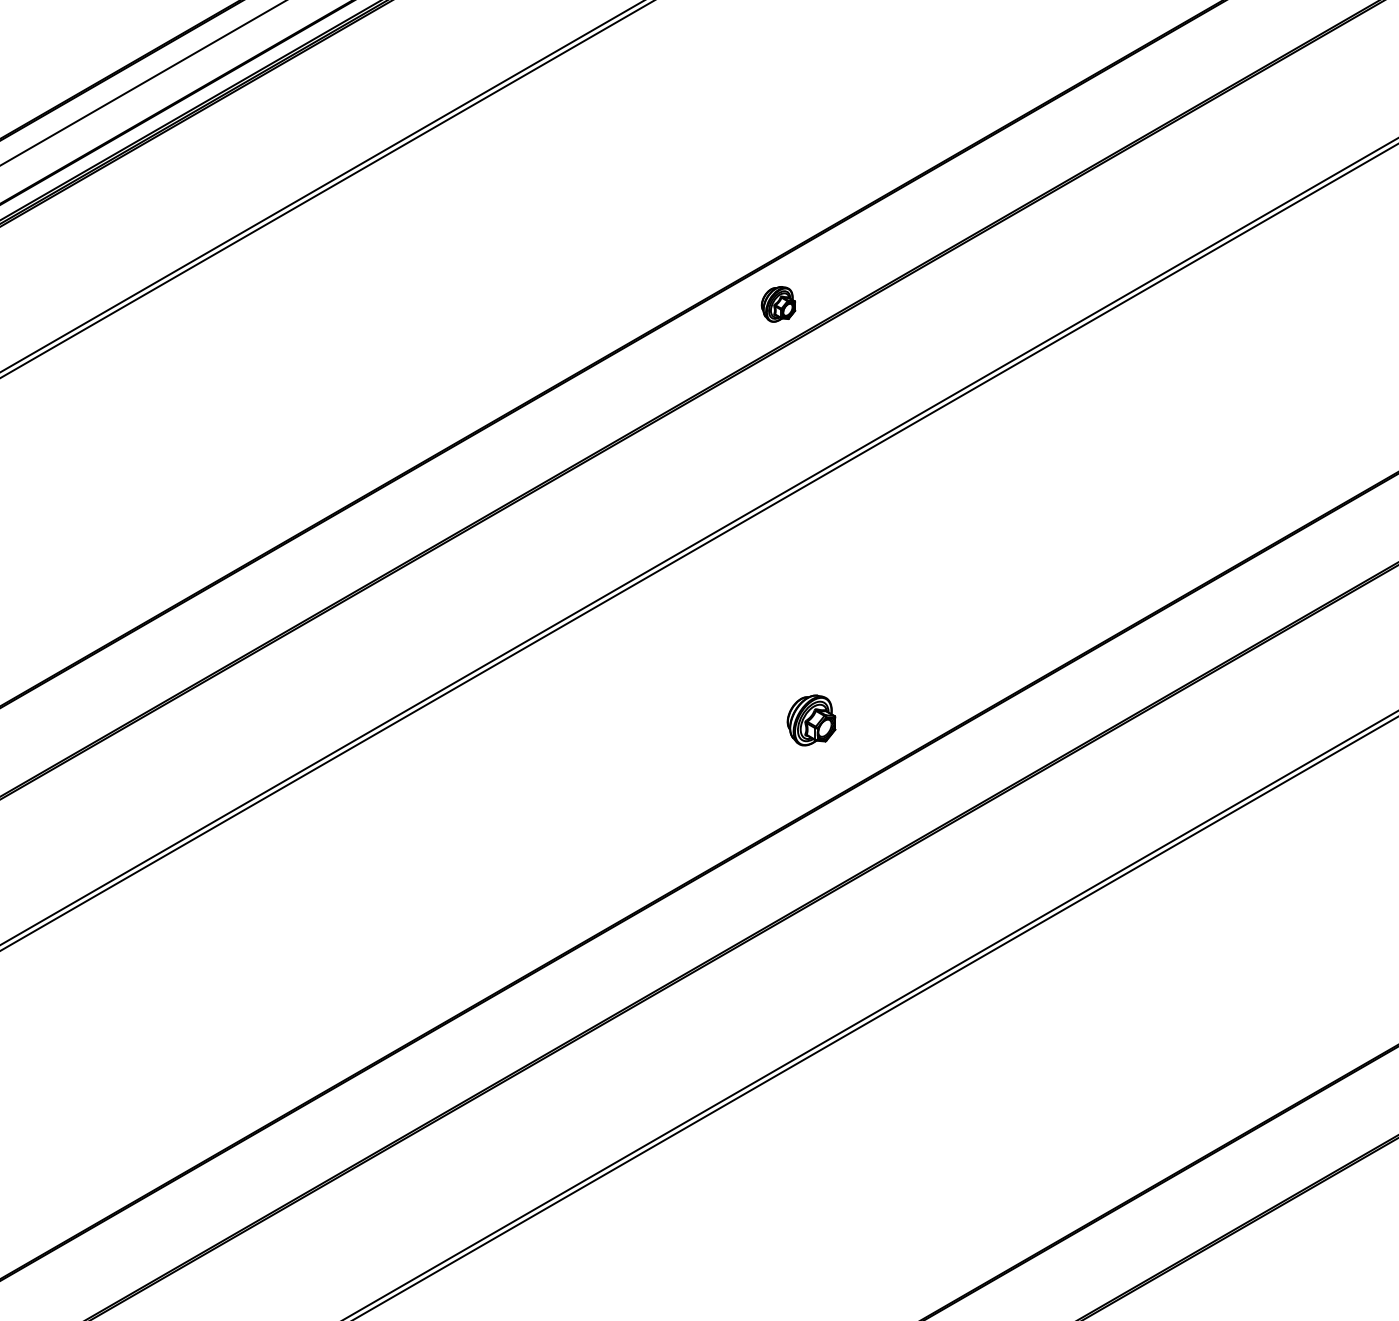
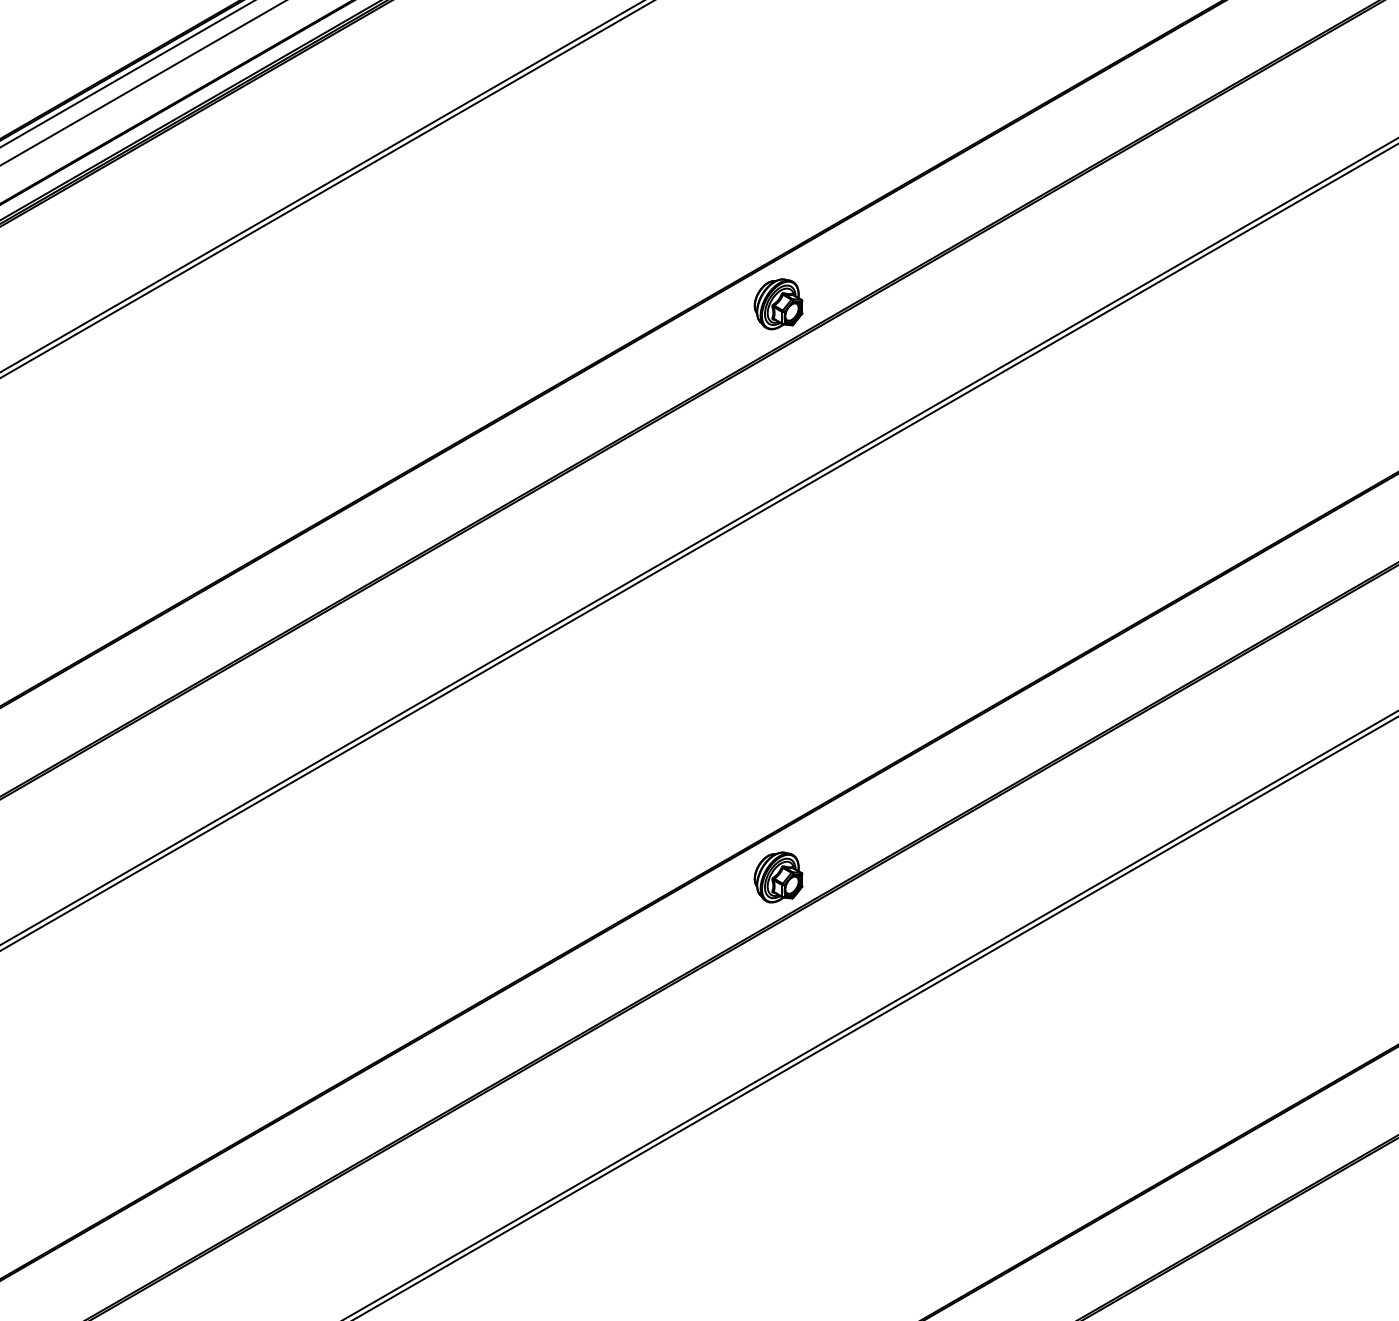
line at (126, 74): none -> present
part at (778, 304) size: 37x37 px -> 51x53 px
part at (811, 720) position: (811, 720) -> (778, 877)
